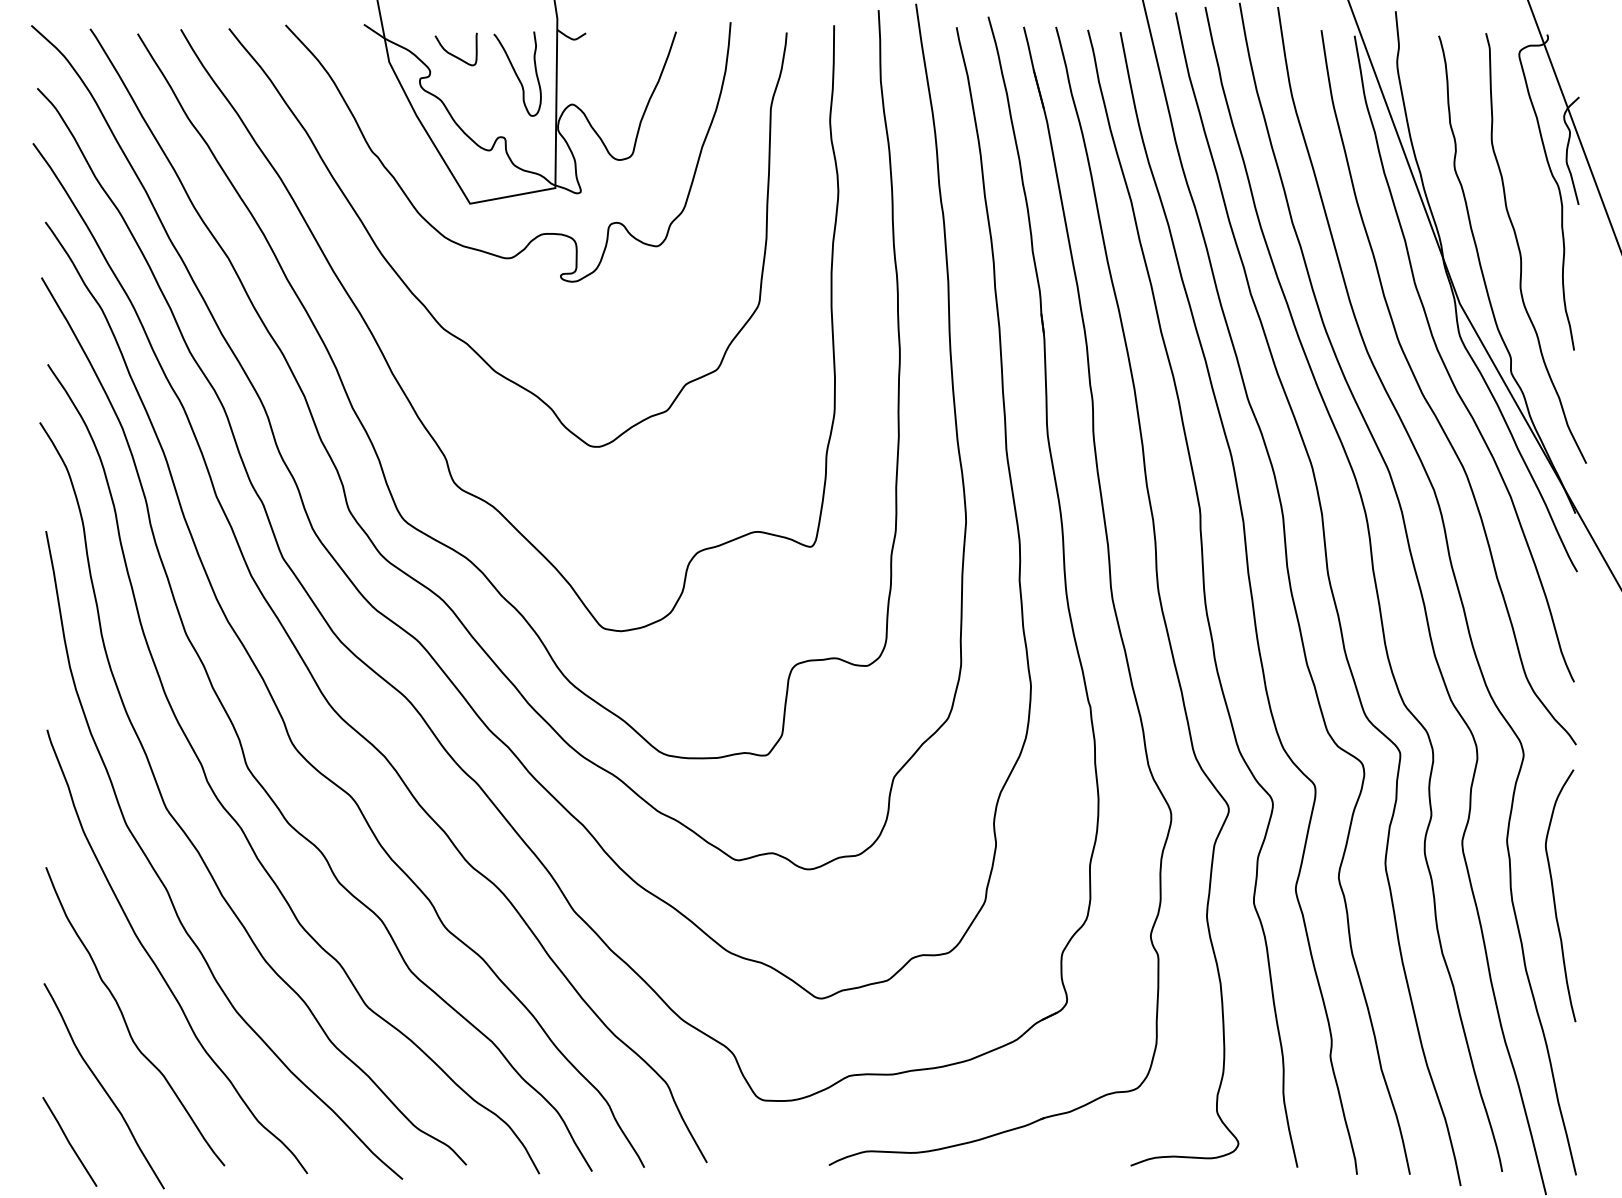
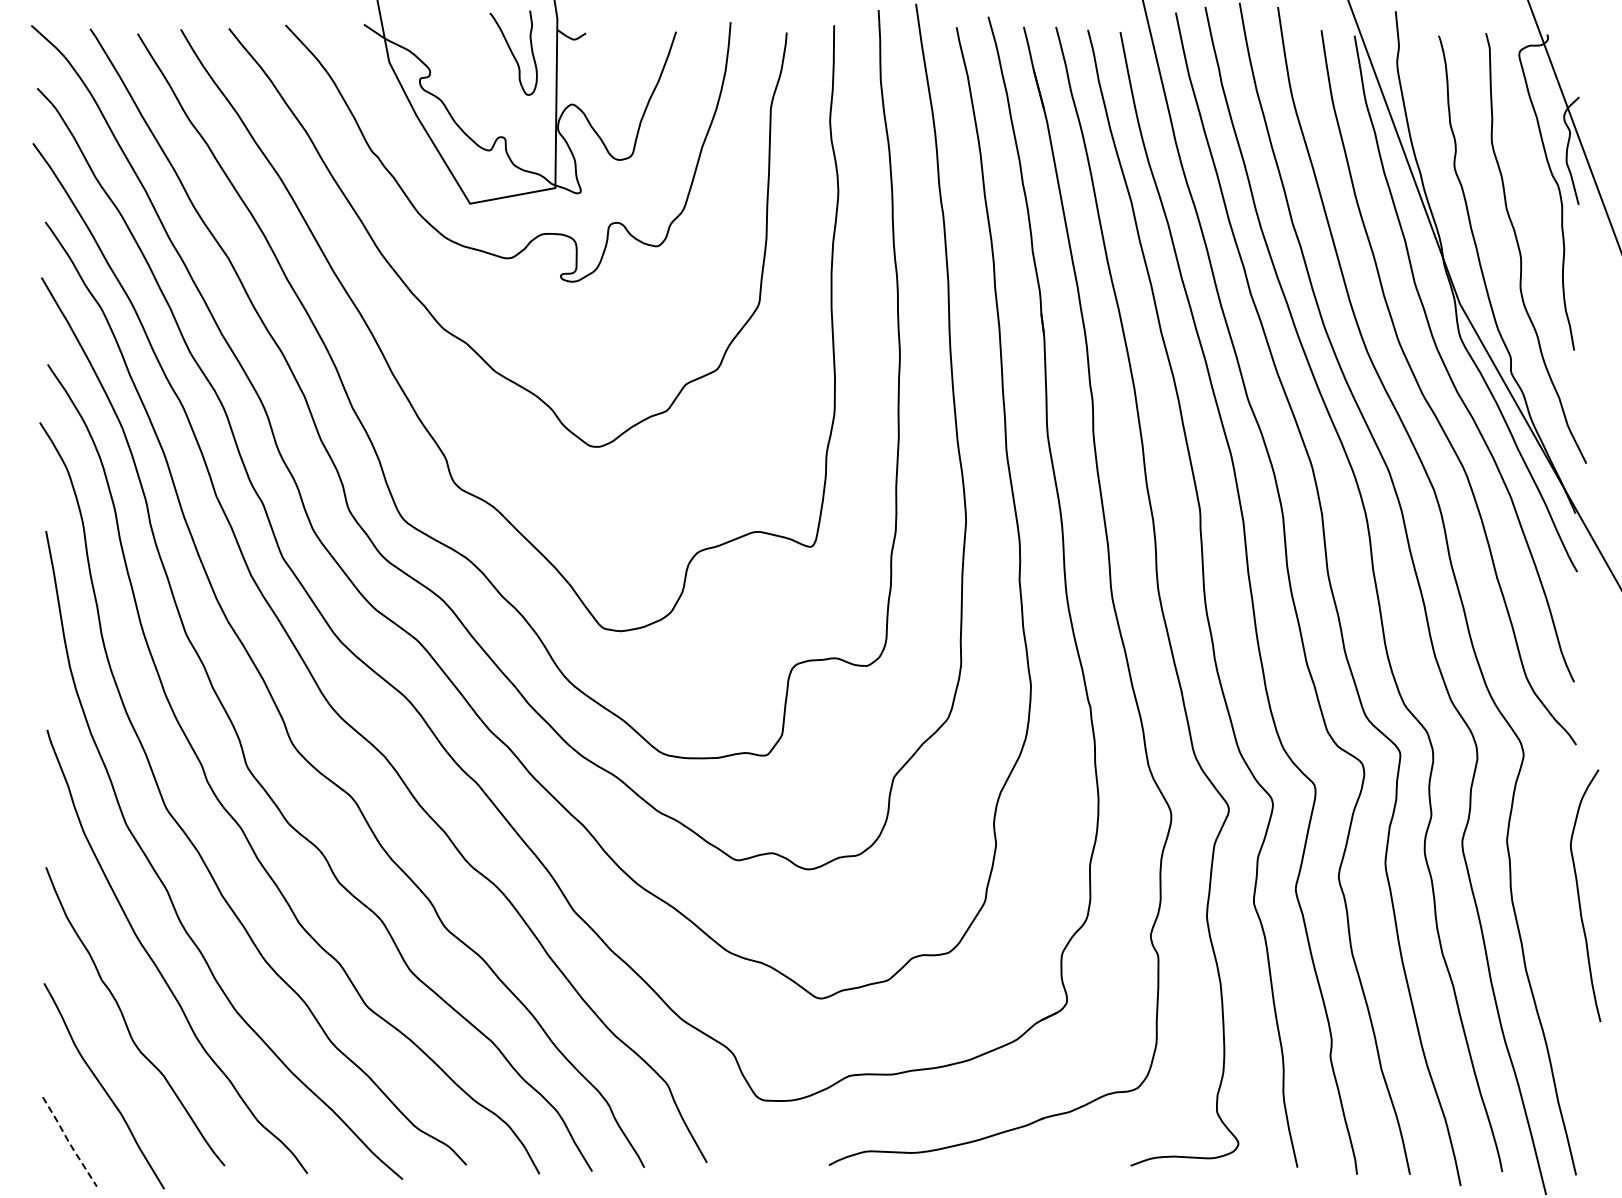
curve at (453, 54): present -> none
curve at (516, 73) position: (516, 73) -> (512, 52)
curve at (1554, 895) position: (1554, 895) -> (1579, 895)
line at (68, 1142): solid -> dashed
